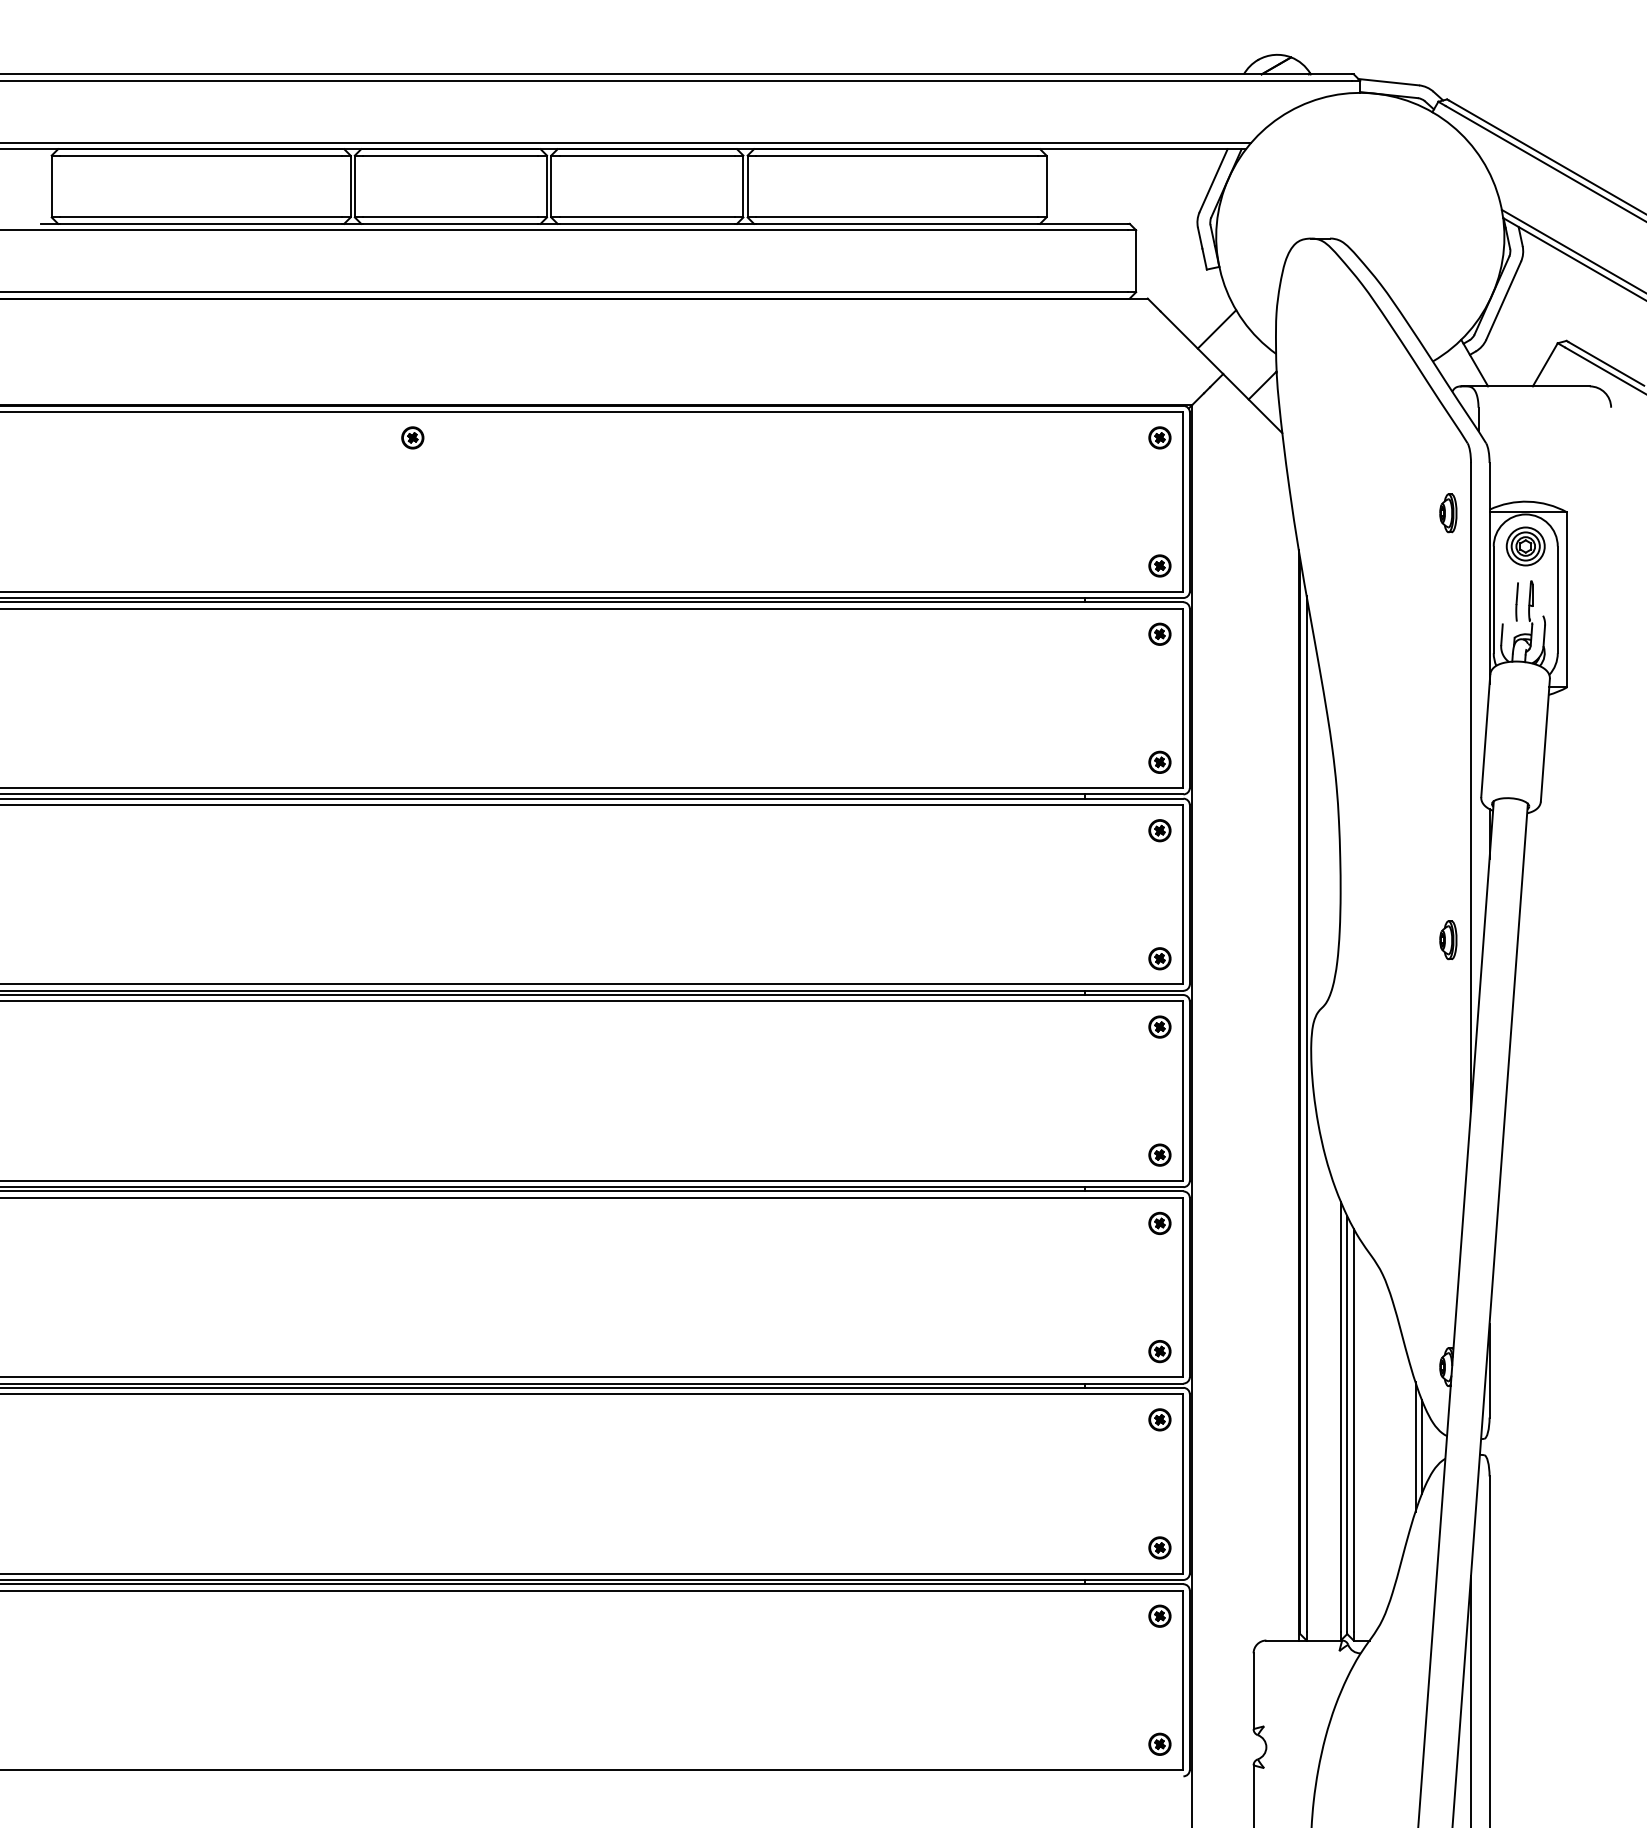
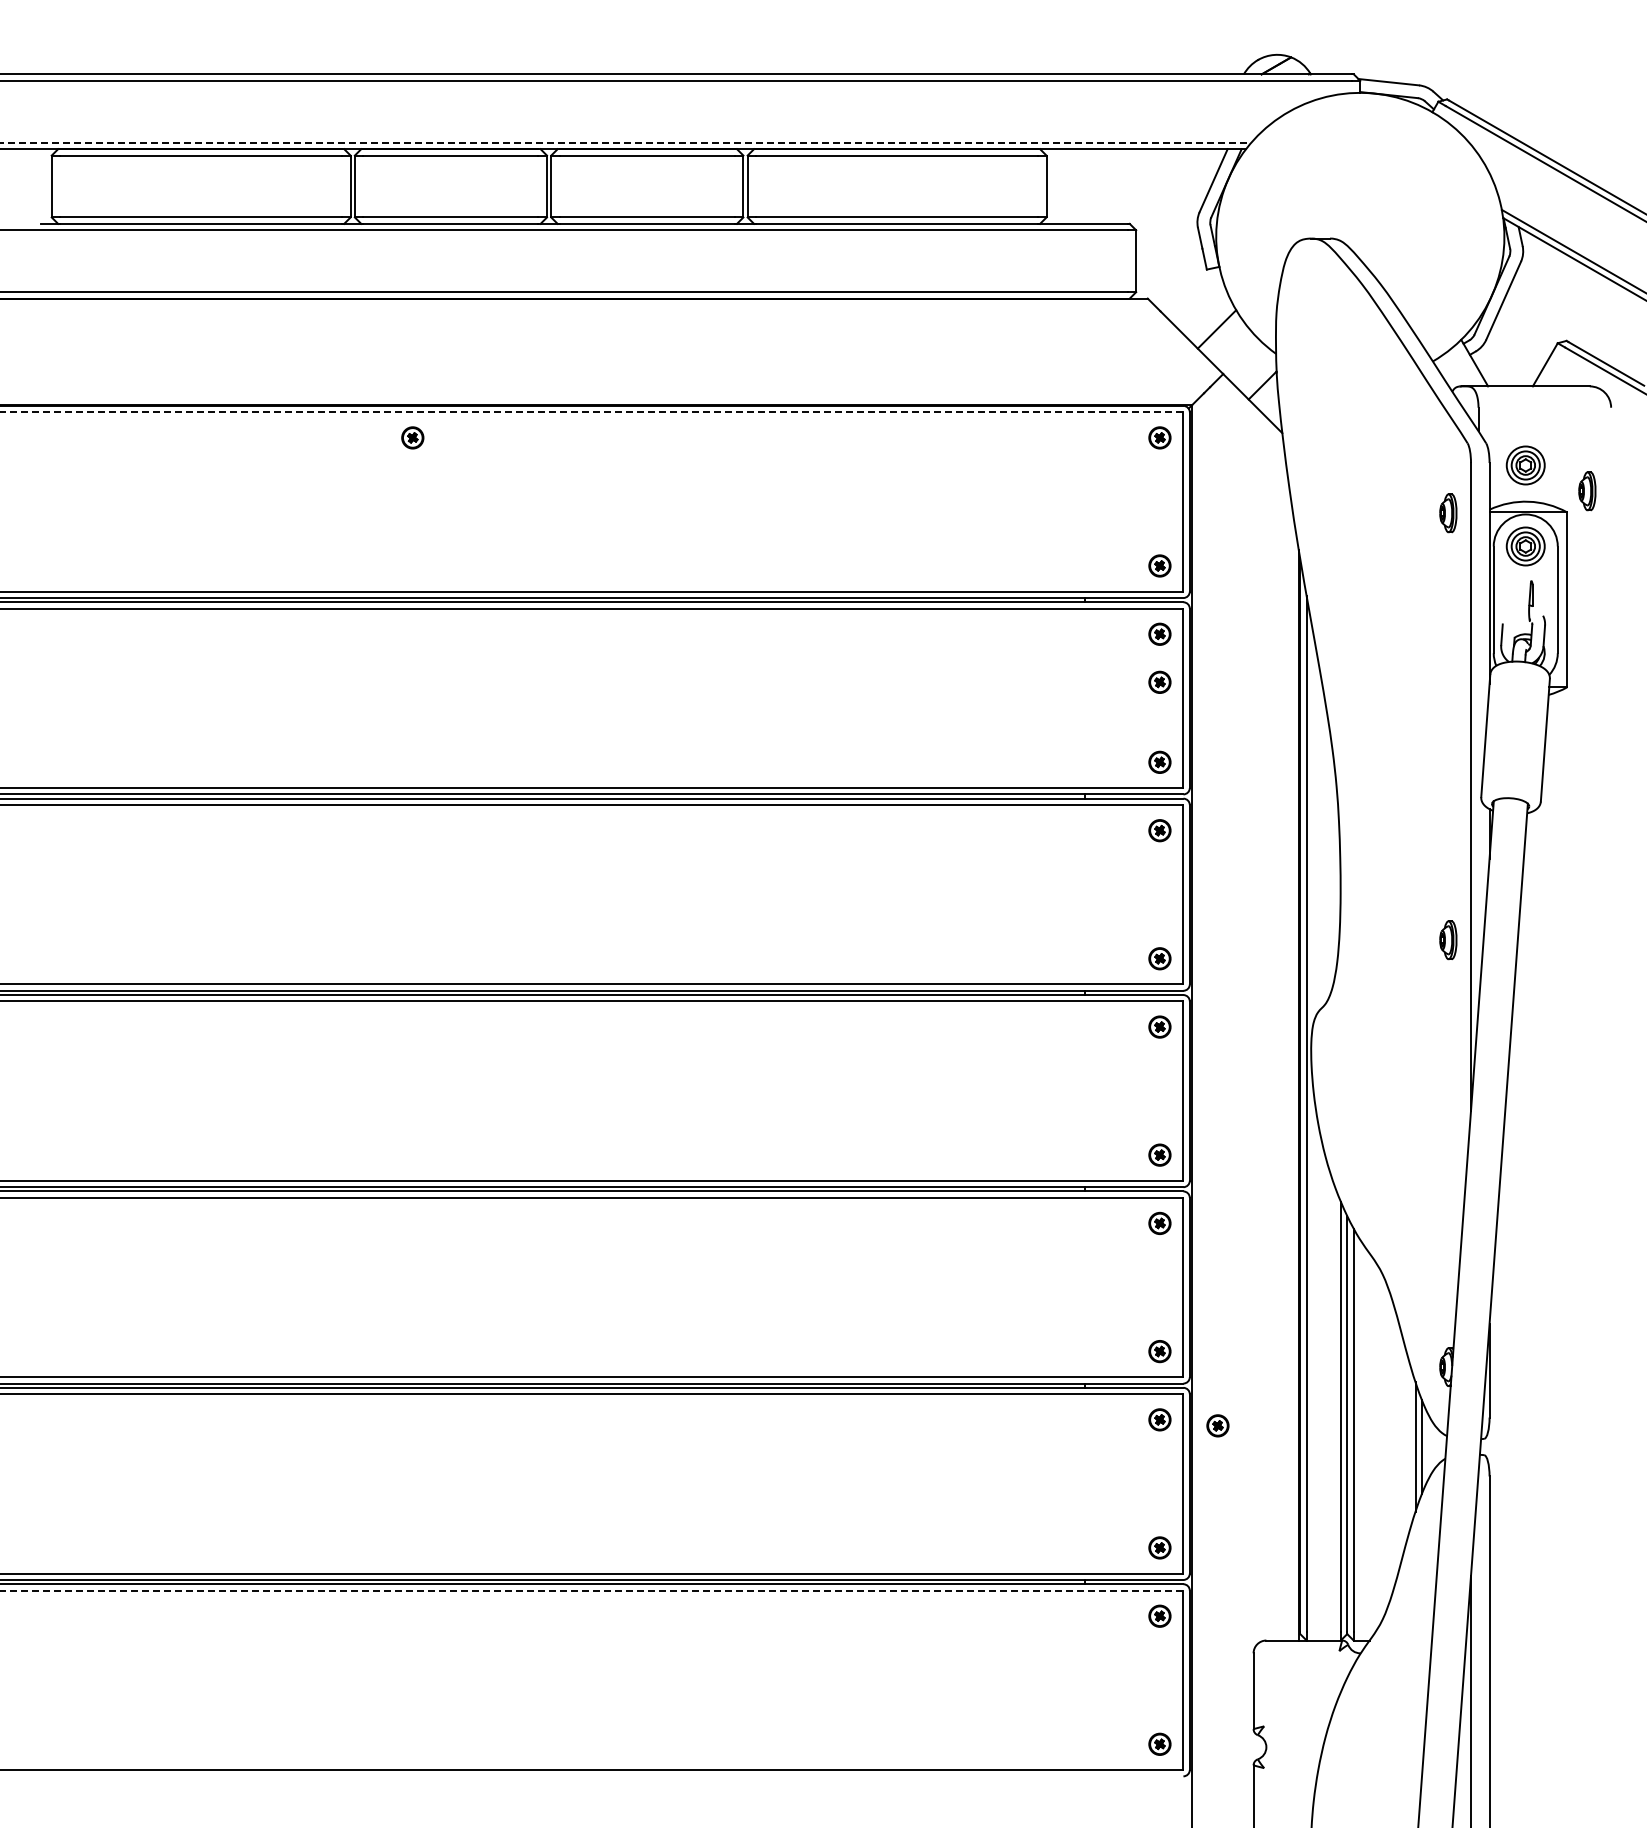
line at (626, 142): solid -> dashed
line at (591, 412): solid -> dashed
part at (1525, 465): none -> present
part at (1587, 491): none -> present
line at (1516, 601): present -> none
part at (1159, 681): none -> present
part at (1217, 1425): none -> present
line at (591, 1590): solid -> dashed
